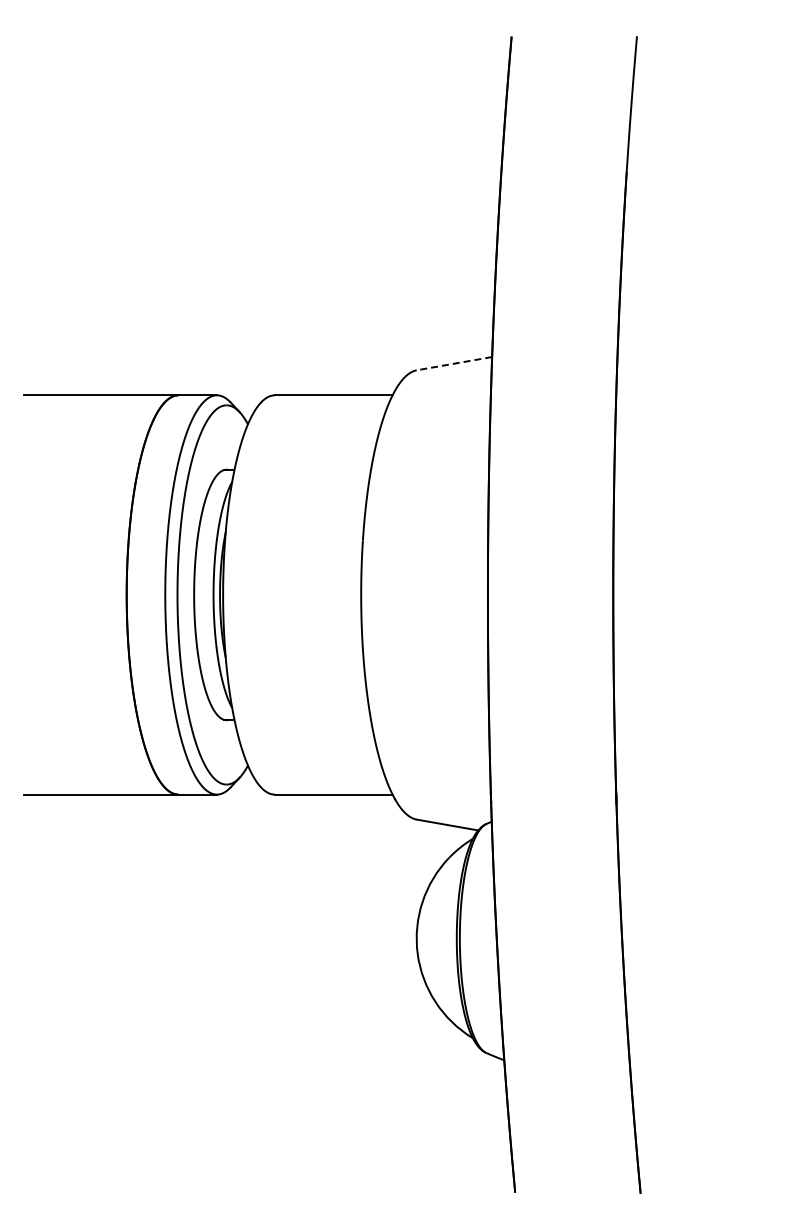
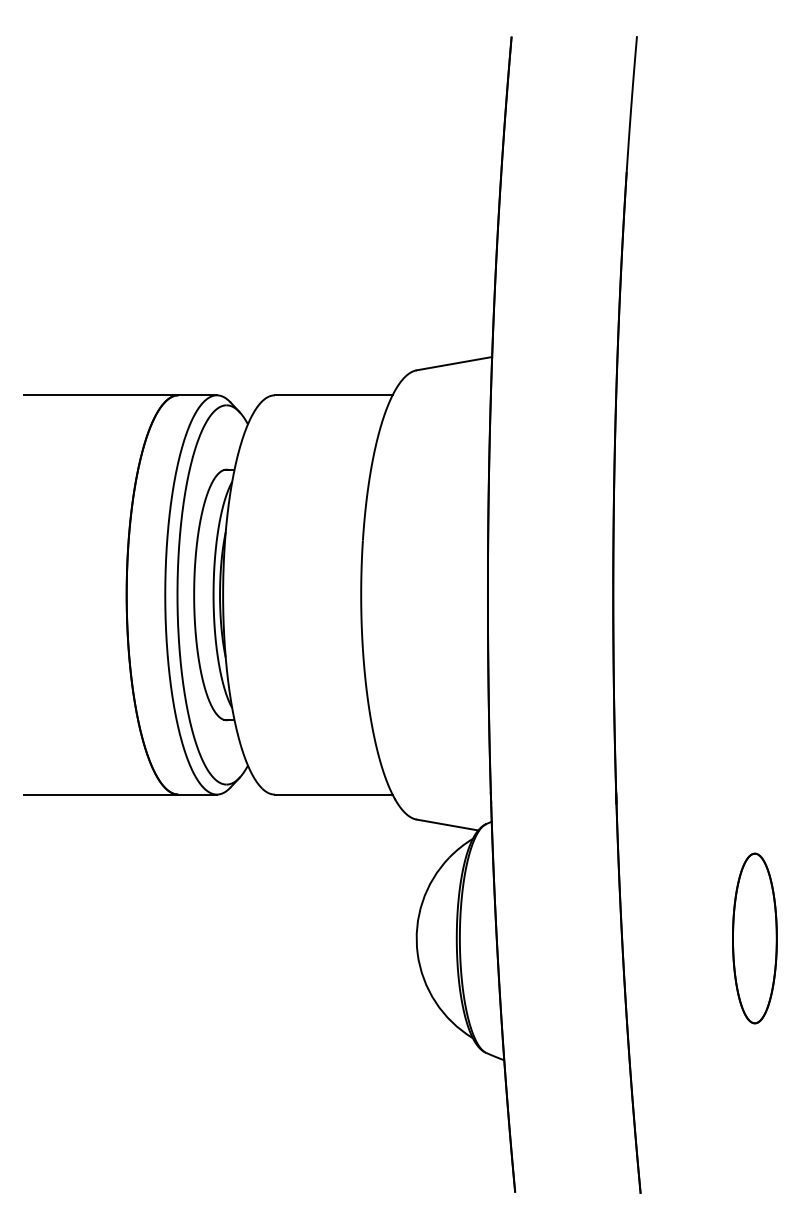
line at (453, 363): dashed -> solid
part at (754, 938): none -> present
